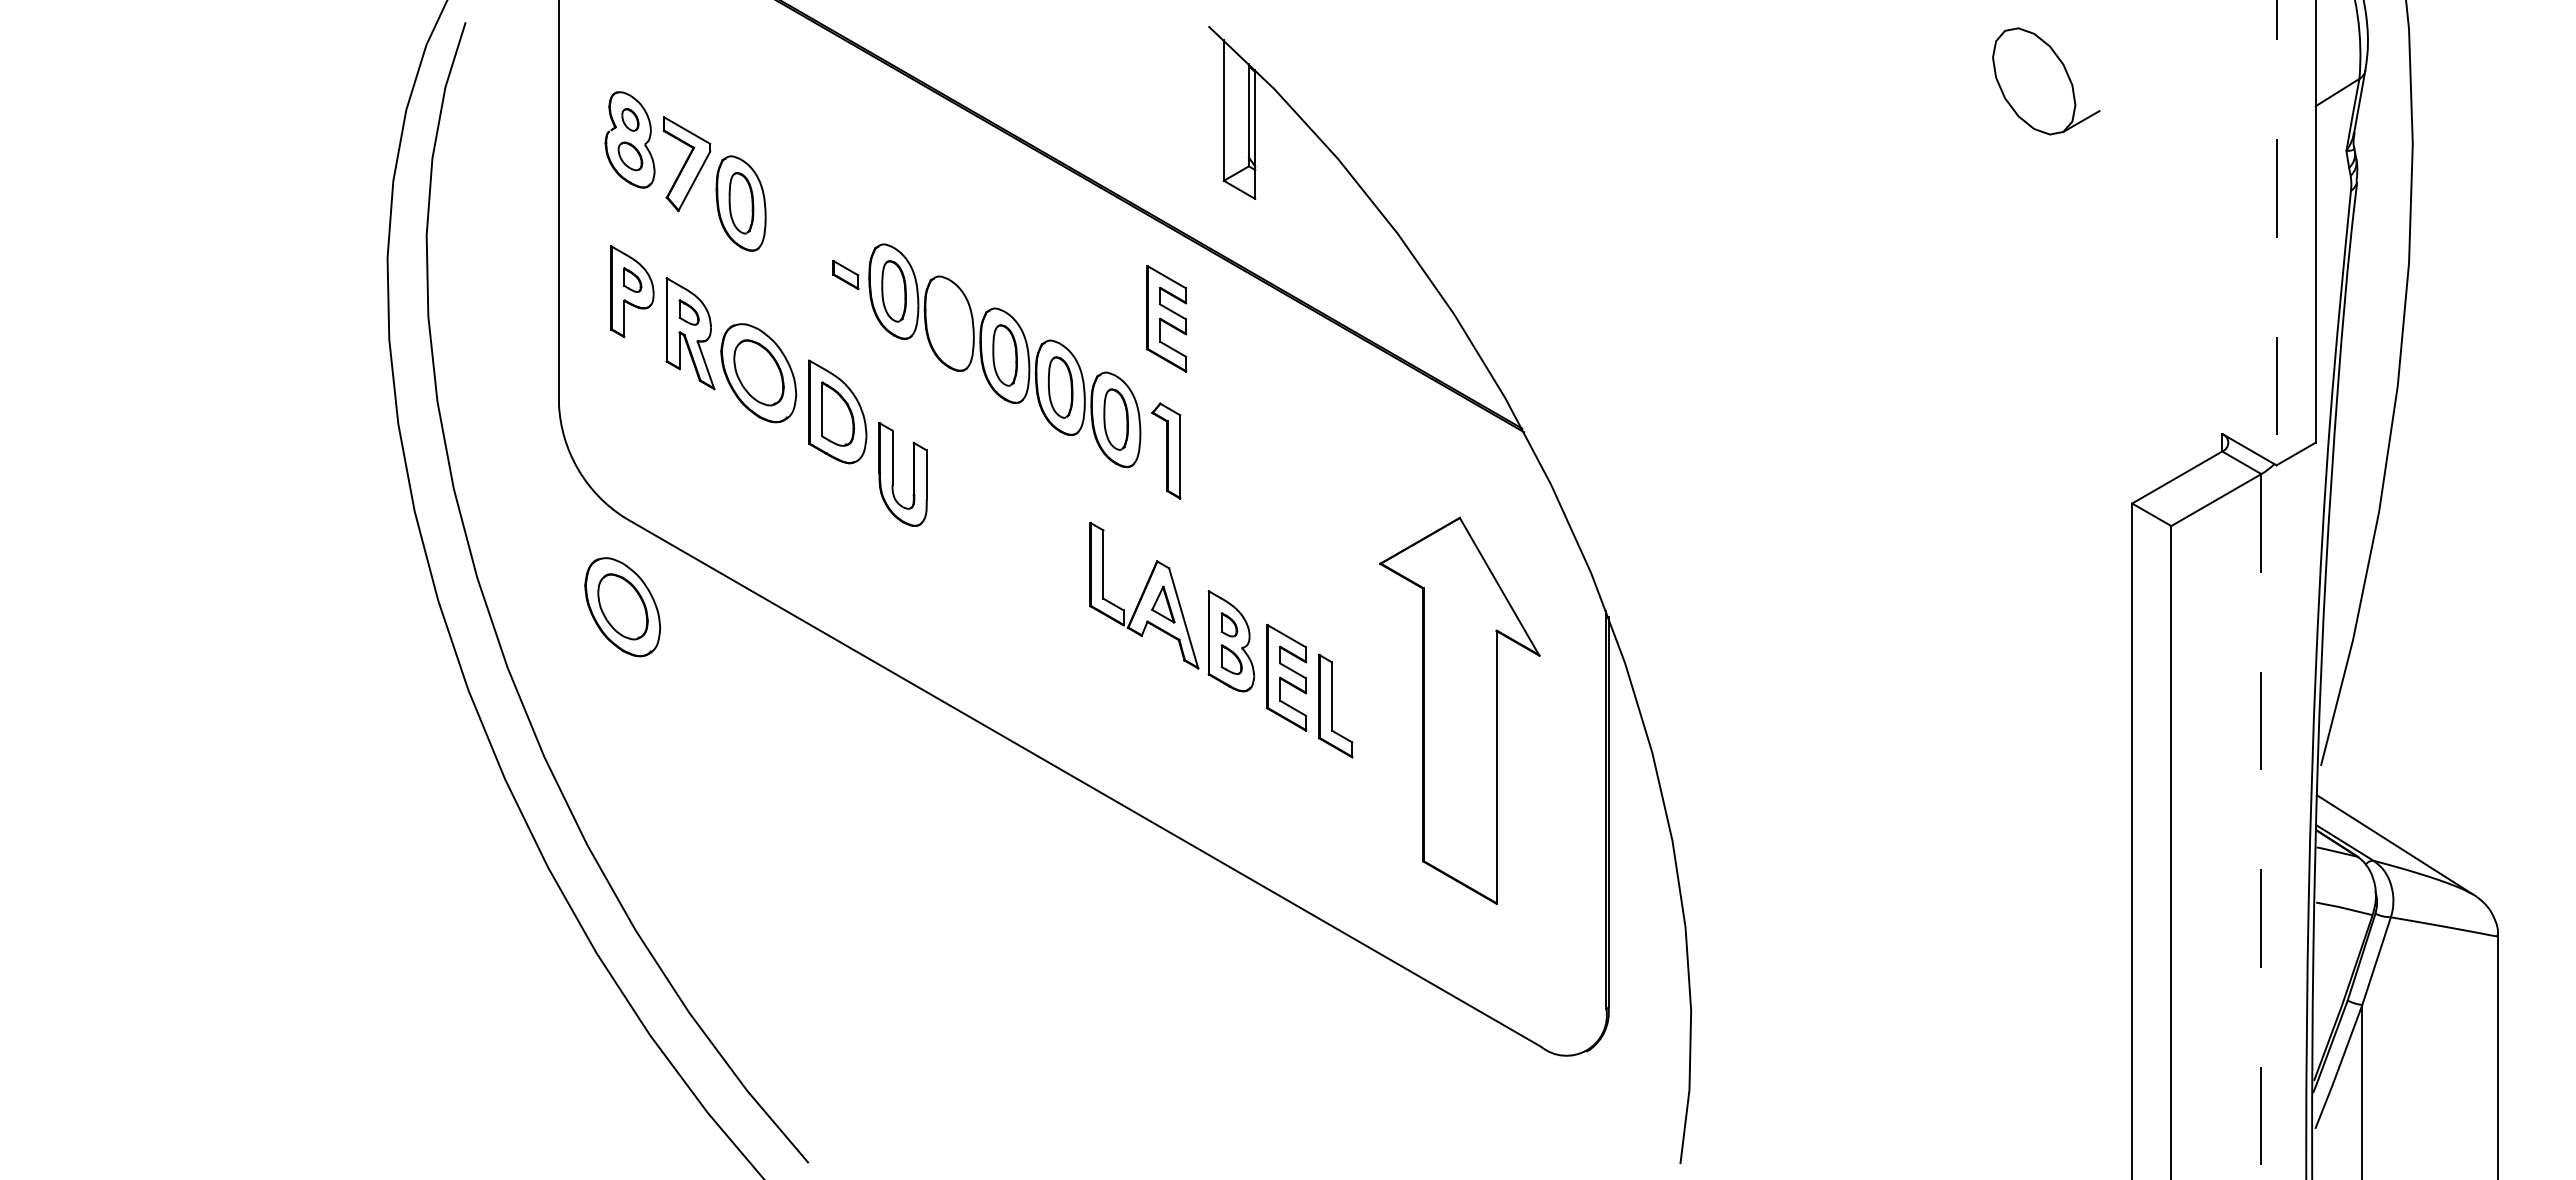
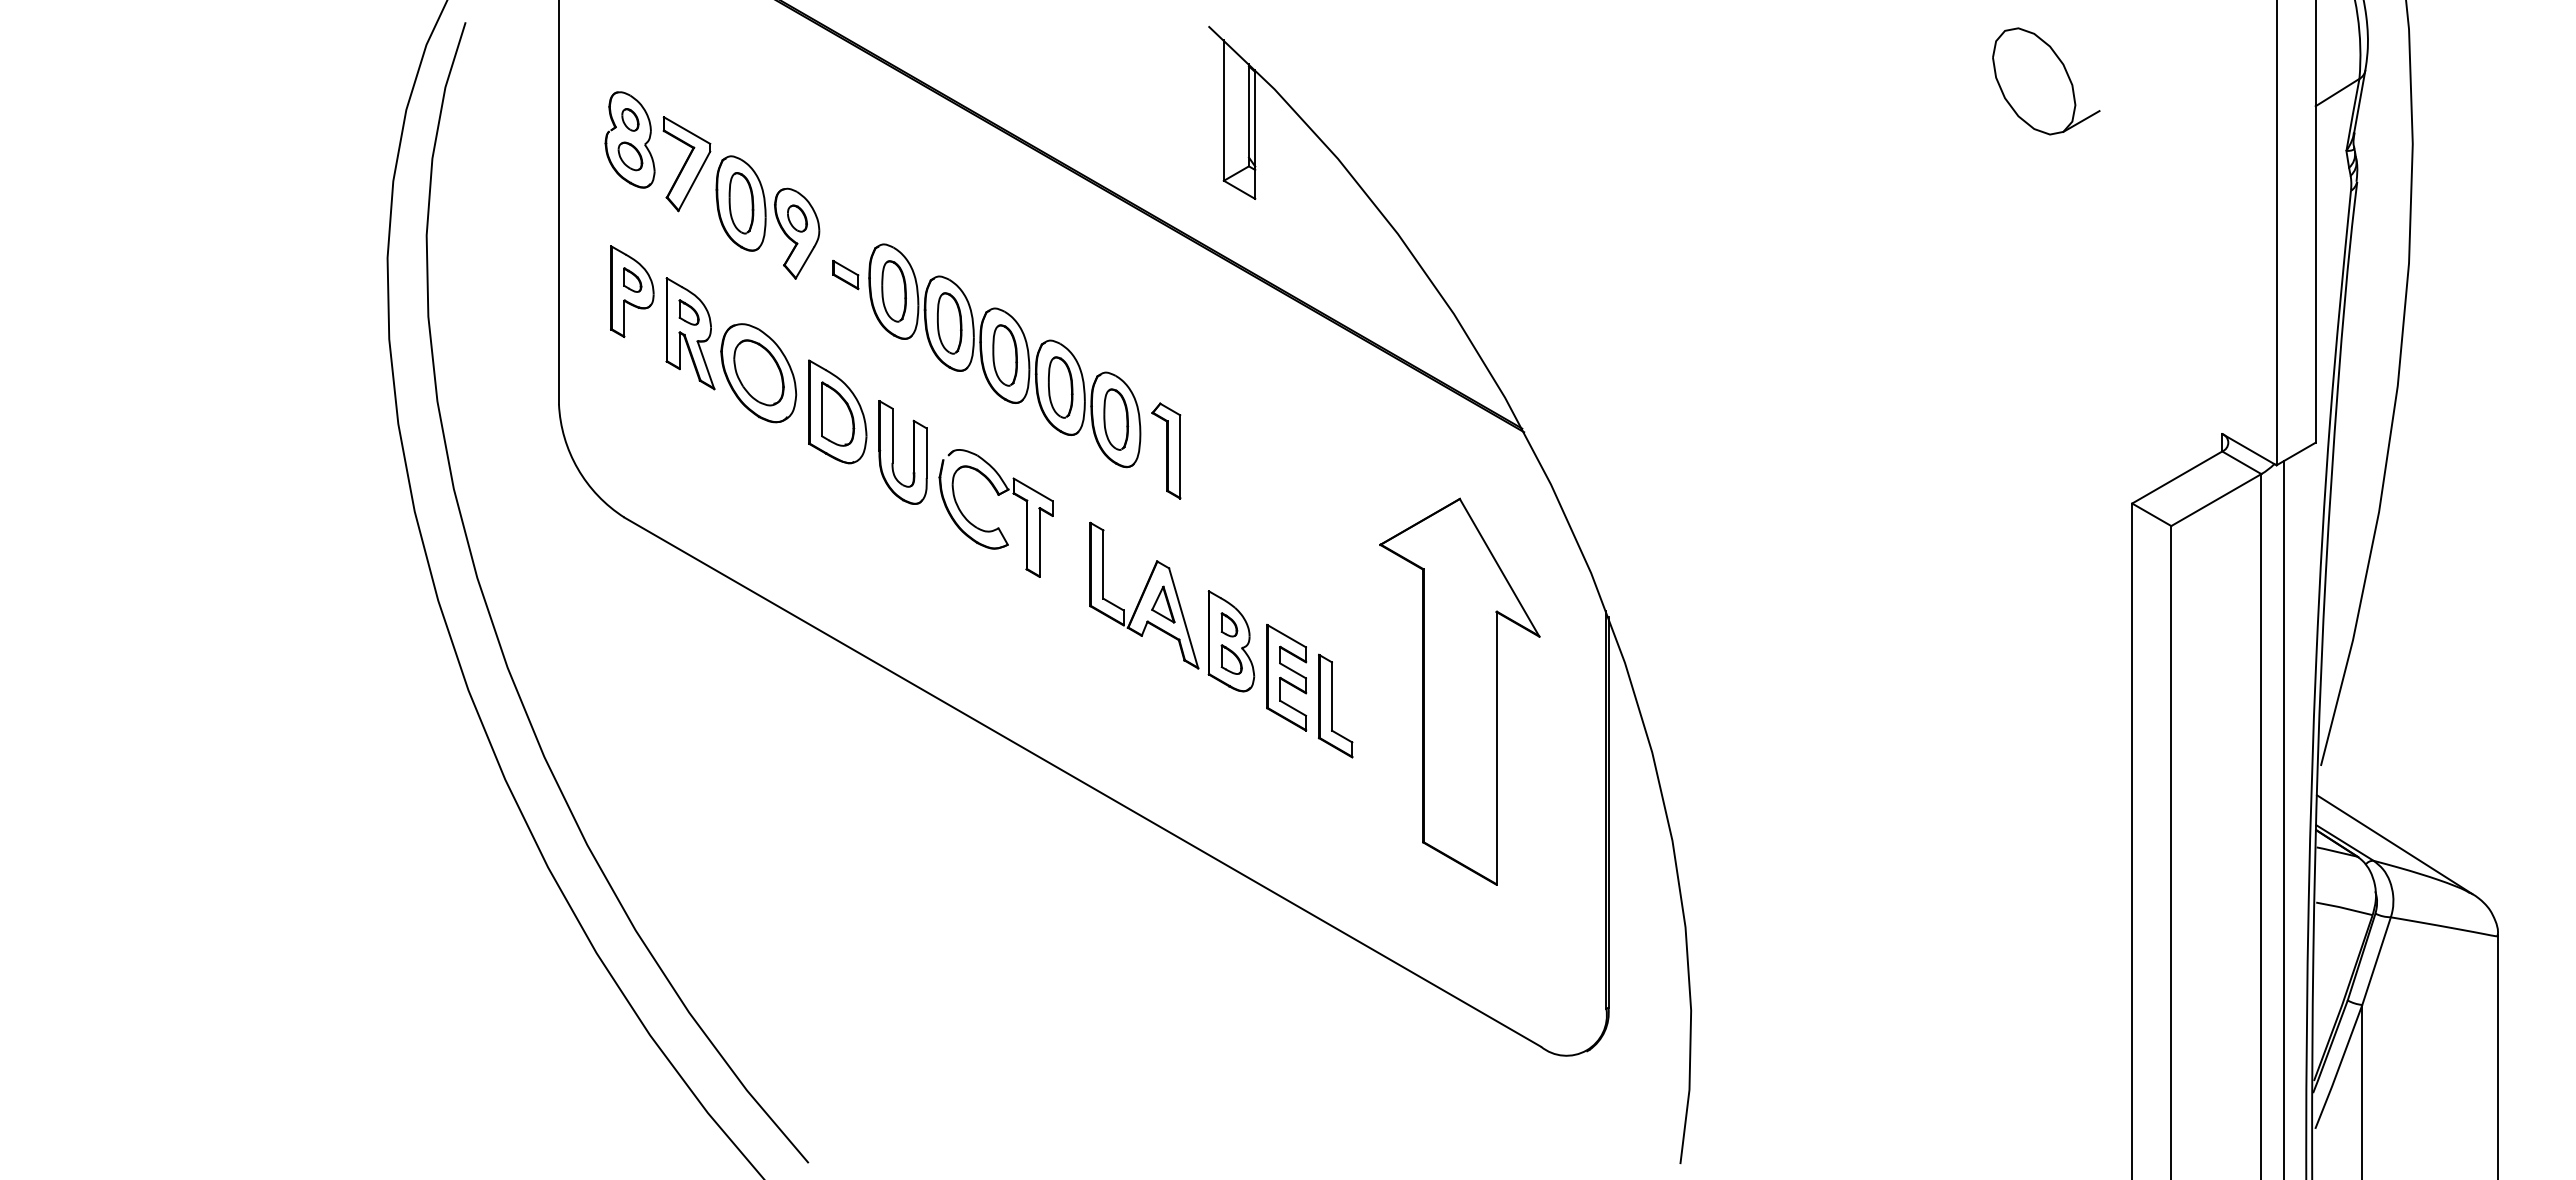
part at (797, 233): none -> present
line at (2276, 233): dashed -> solid
part at (1166, 318): present -> none
part at (949, 323): none -> present
part at (893, 474) position: (893, 474) -> (893, 452)
part at (997, 527): none -> present
part at (622, 607): present -> none
part at (1459, 710) position: (1459, 710) -> (1459, 691)
line at (2283, 818): none -> present
line at (2261, 827): dashed -> solid
